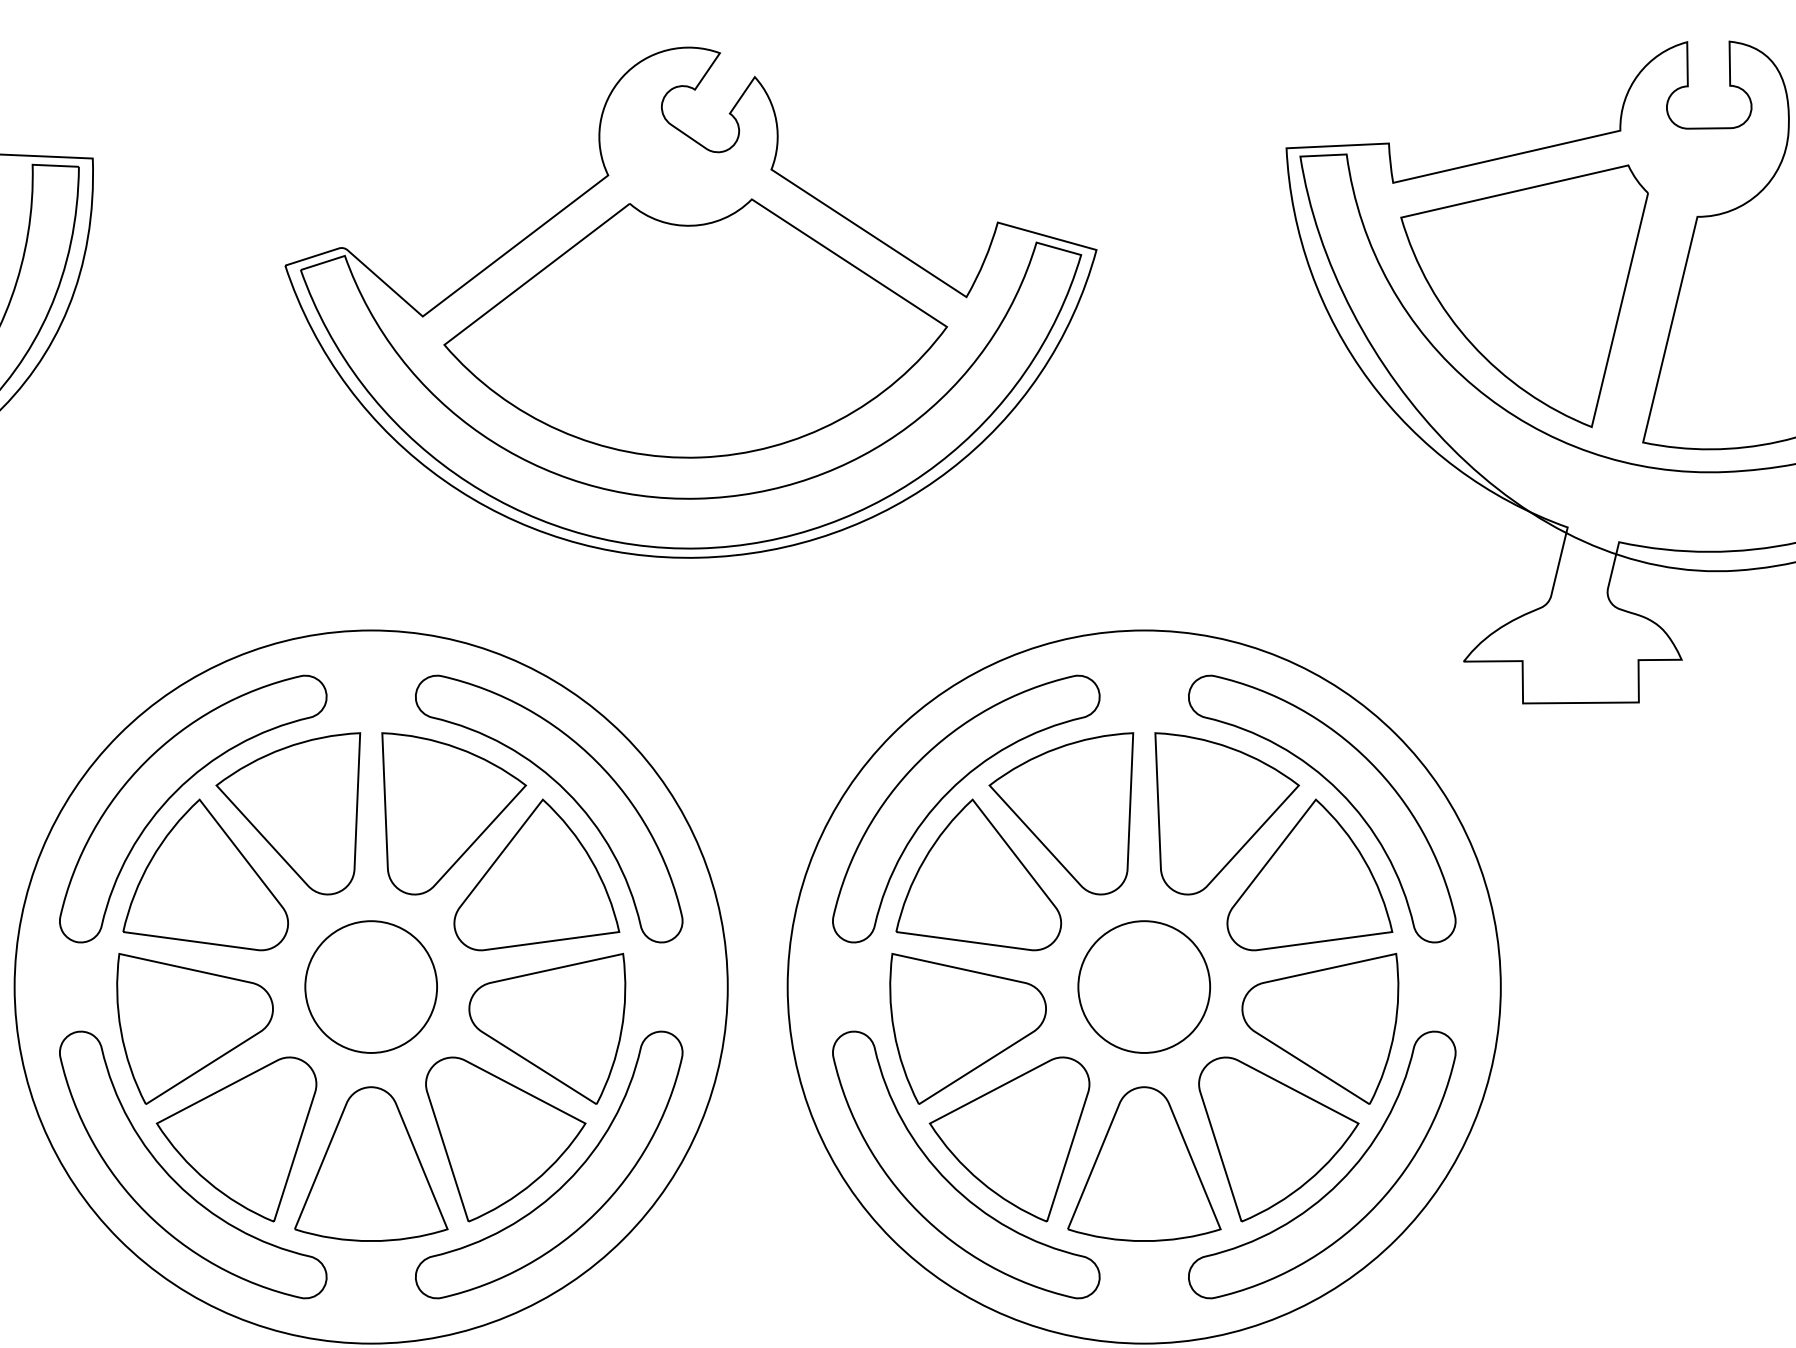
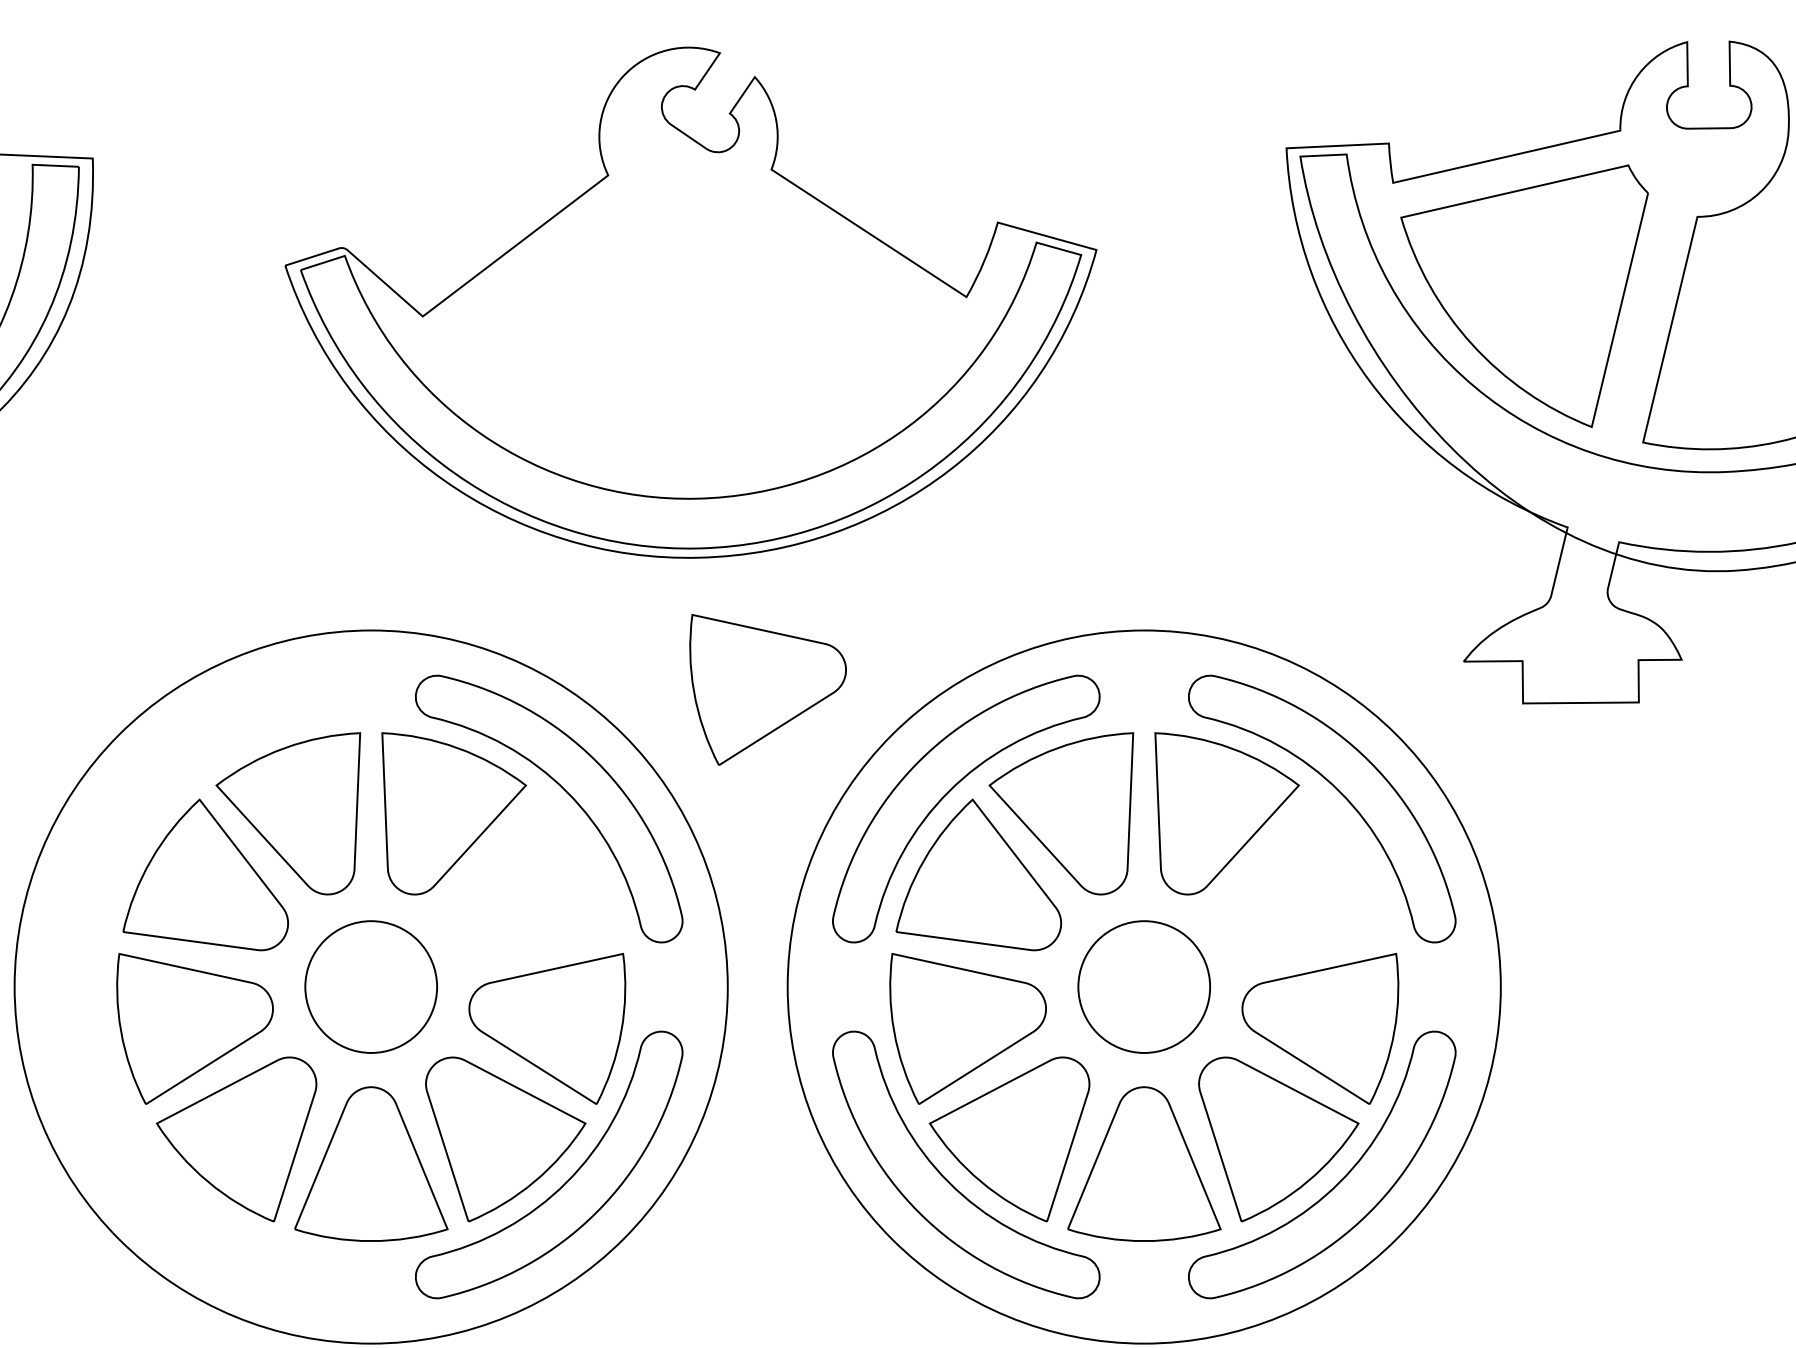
part at (695, 328): present -> none
part at (767, 689): none -> present
part at (177, 791): present -> none
part at (536, 874): present -> none
part at (1309, 874): present -> none
part at (176, 1181): present -> none
